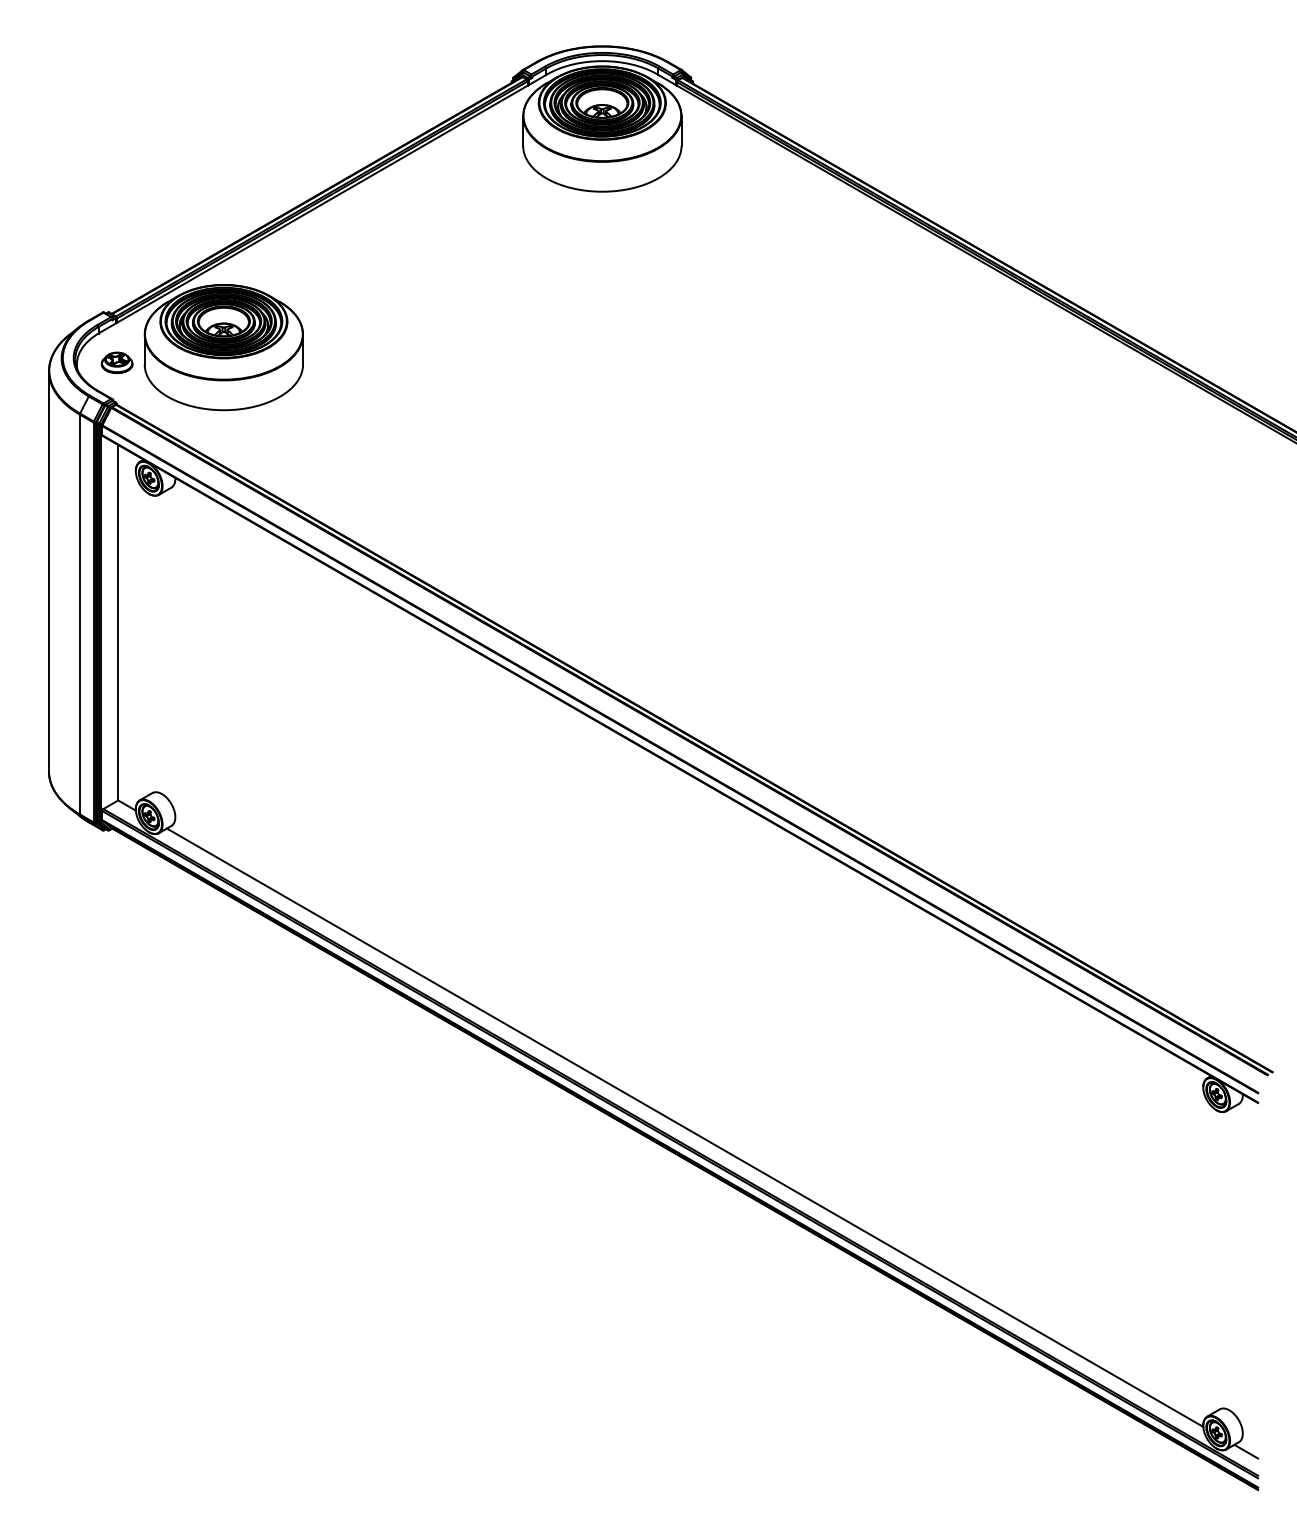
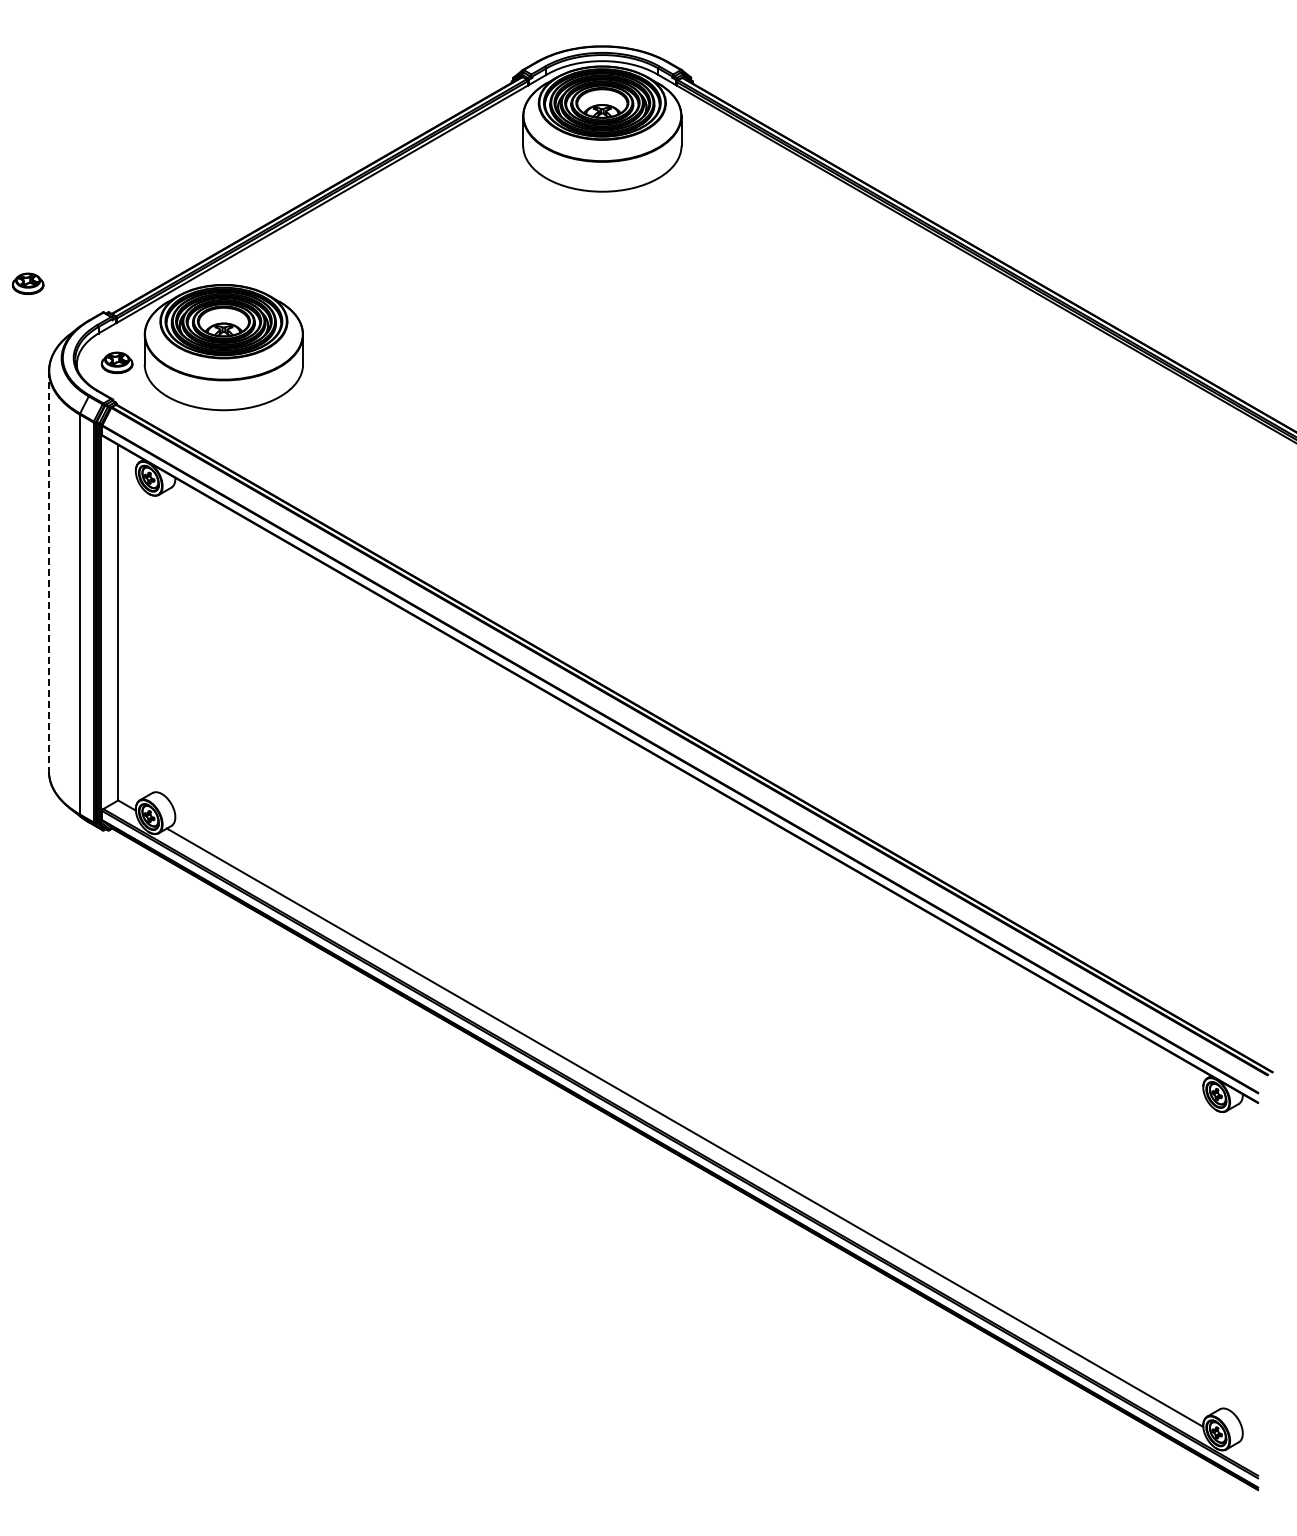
part at (27, 283): none -> present
line at (48, 571): solid -> dashed
line at (1246, 1451): present -> none
